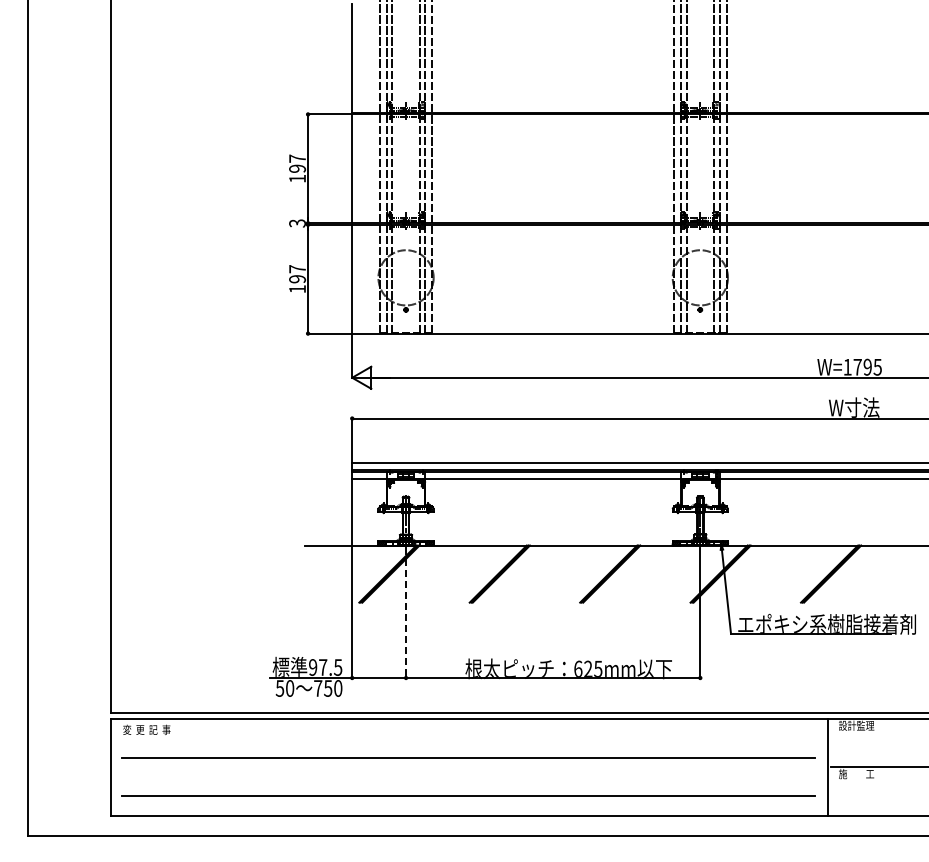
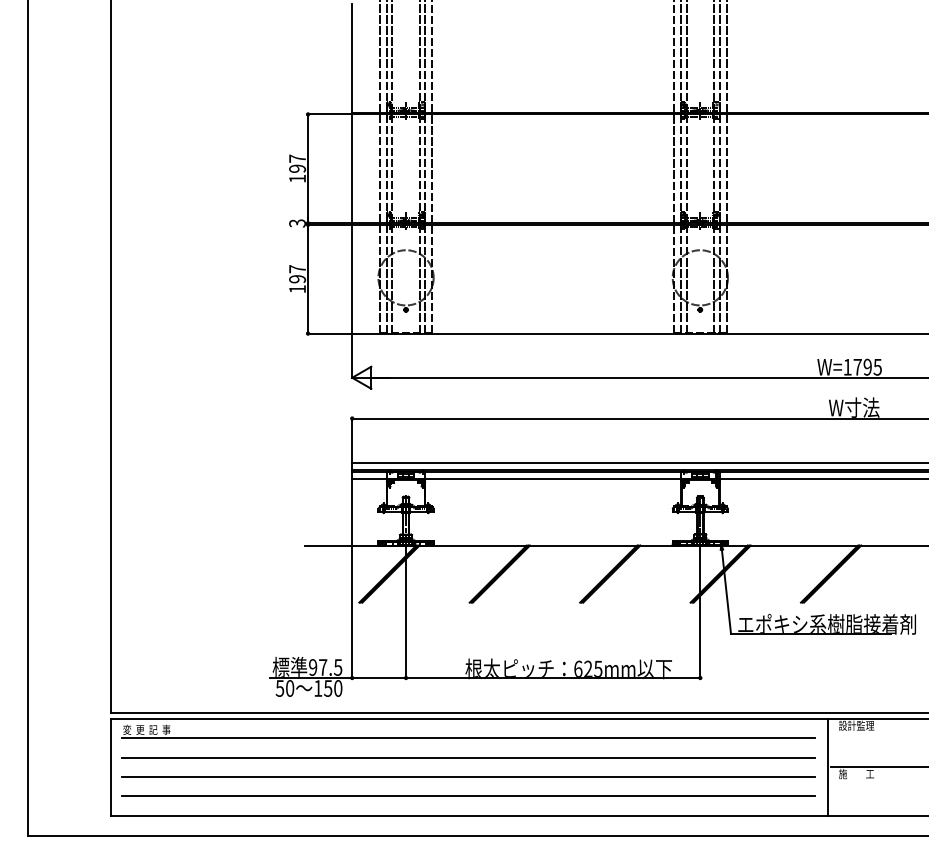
line at (406, 613): dashed -> solid
text at (318, 688): 750 -> 150
line at (468, 738): none -> present
line at (468, 776): none -> present
